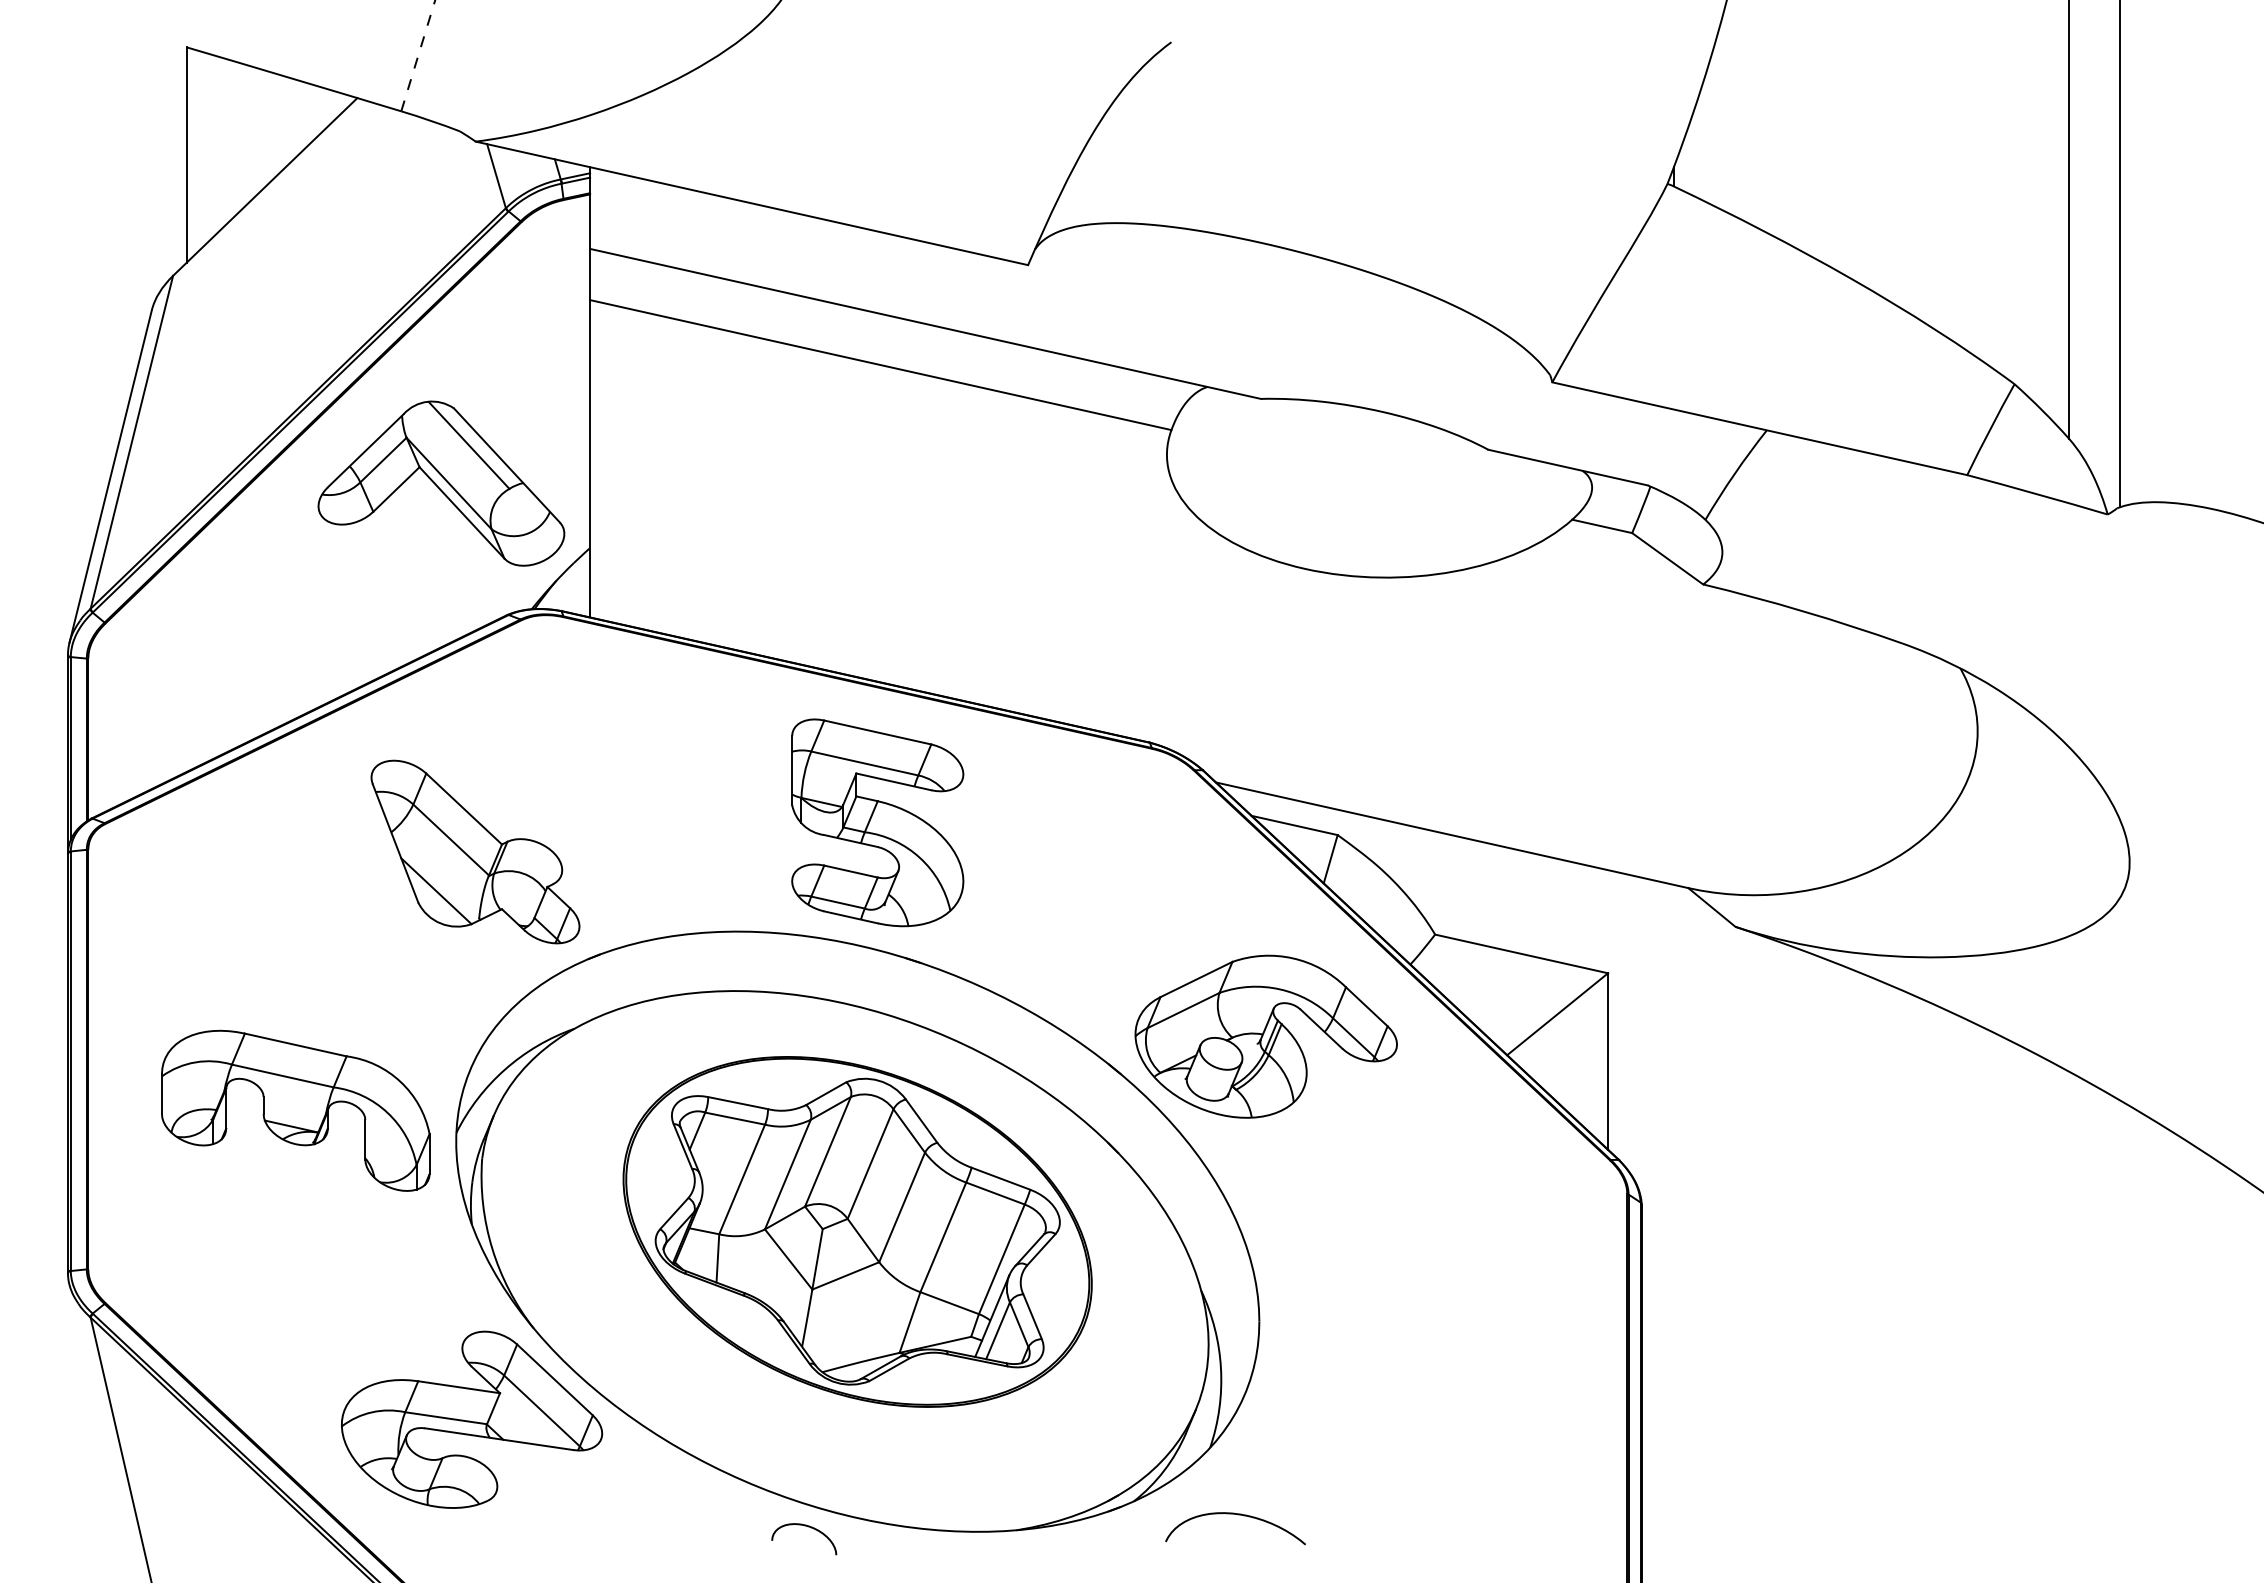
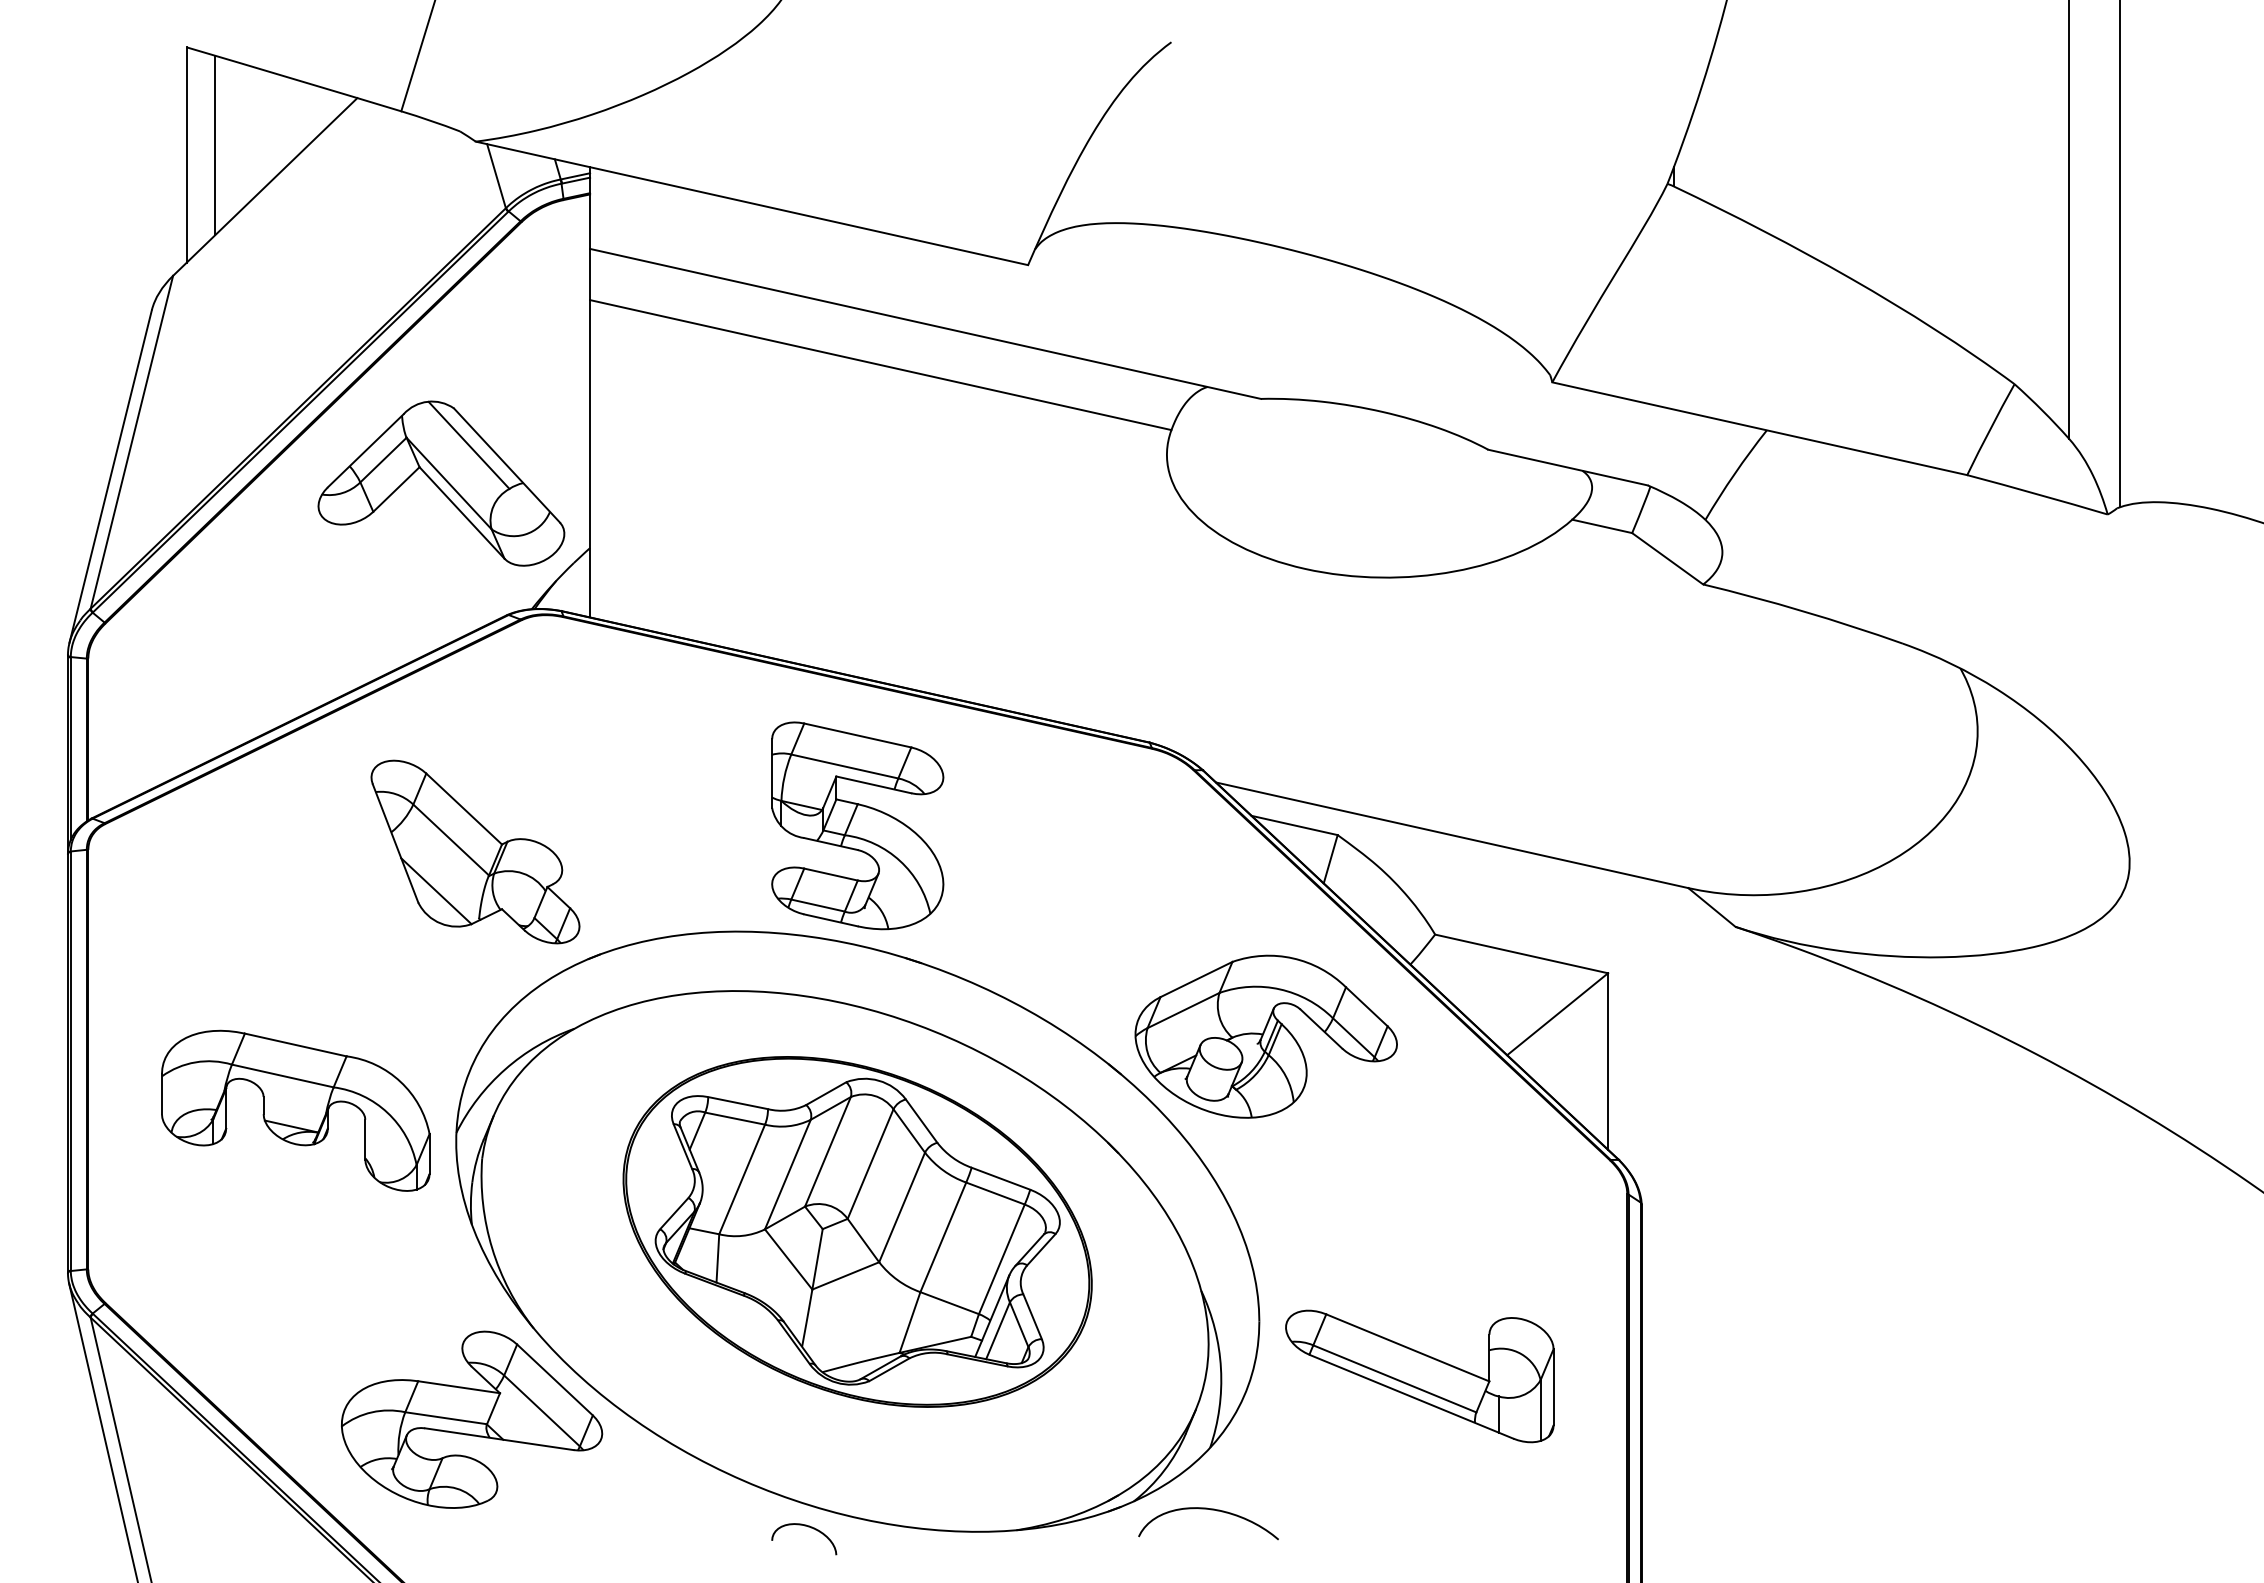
line at (418, 56): dashed -> solid
line at (215, 145): none -> present
part at (877, 822) position: (877, 822) -> (857, 825)
part at (1419, 1376): none -> present
line at (103, 1431): none -> present
curve at (1237, 1515) position: (1237, 1515) -> (1210, 1510)
